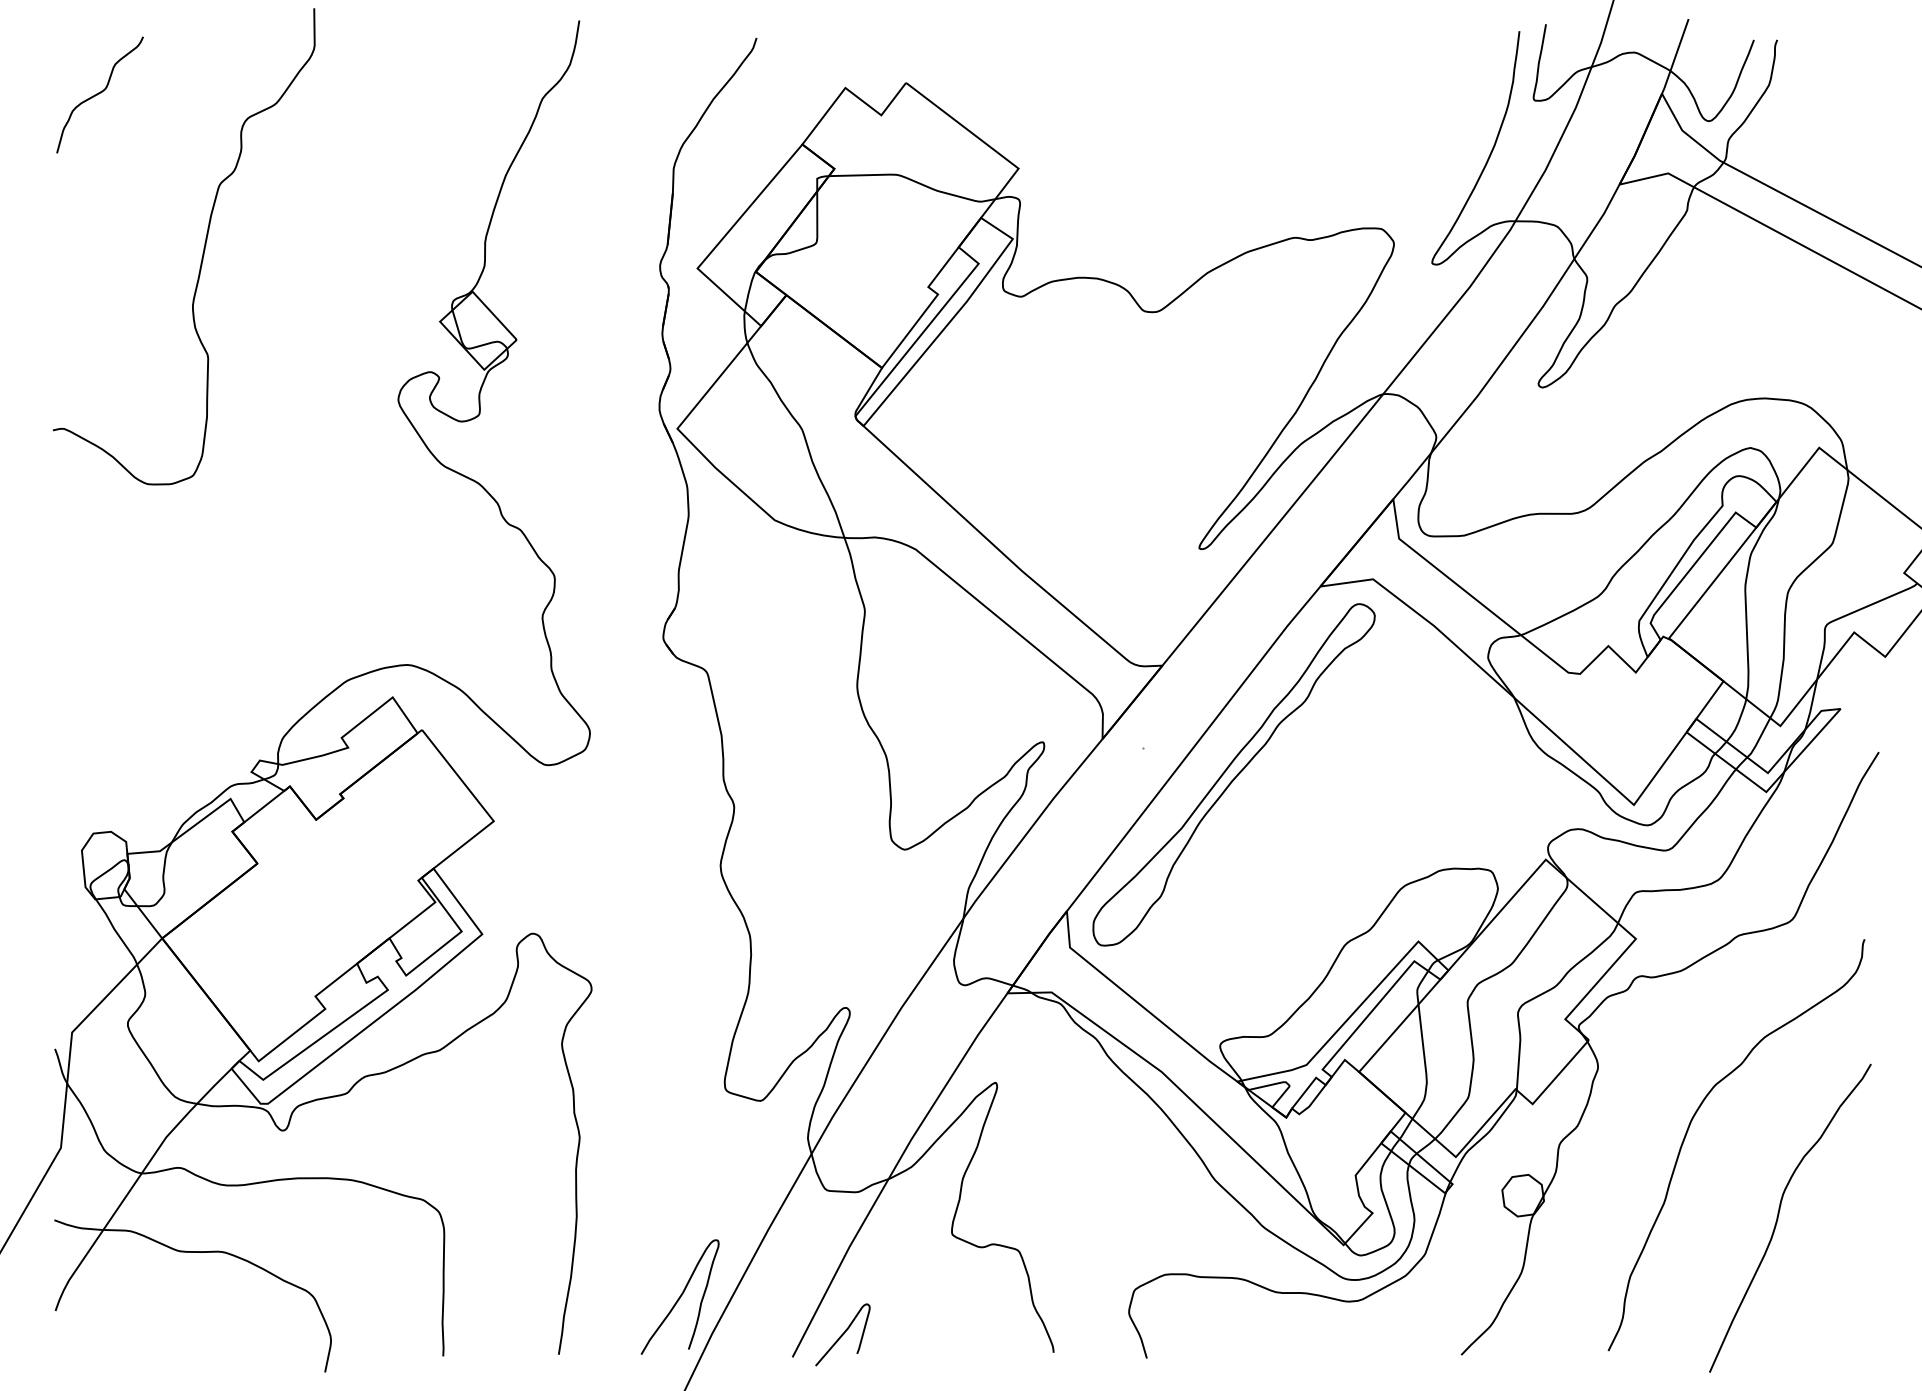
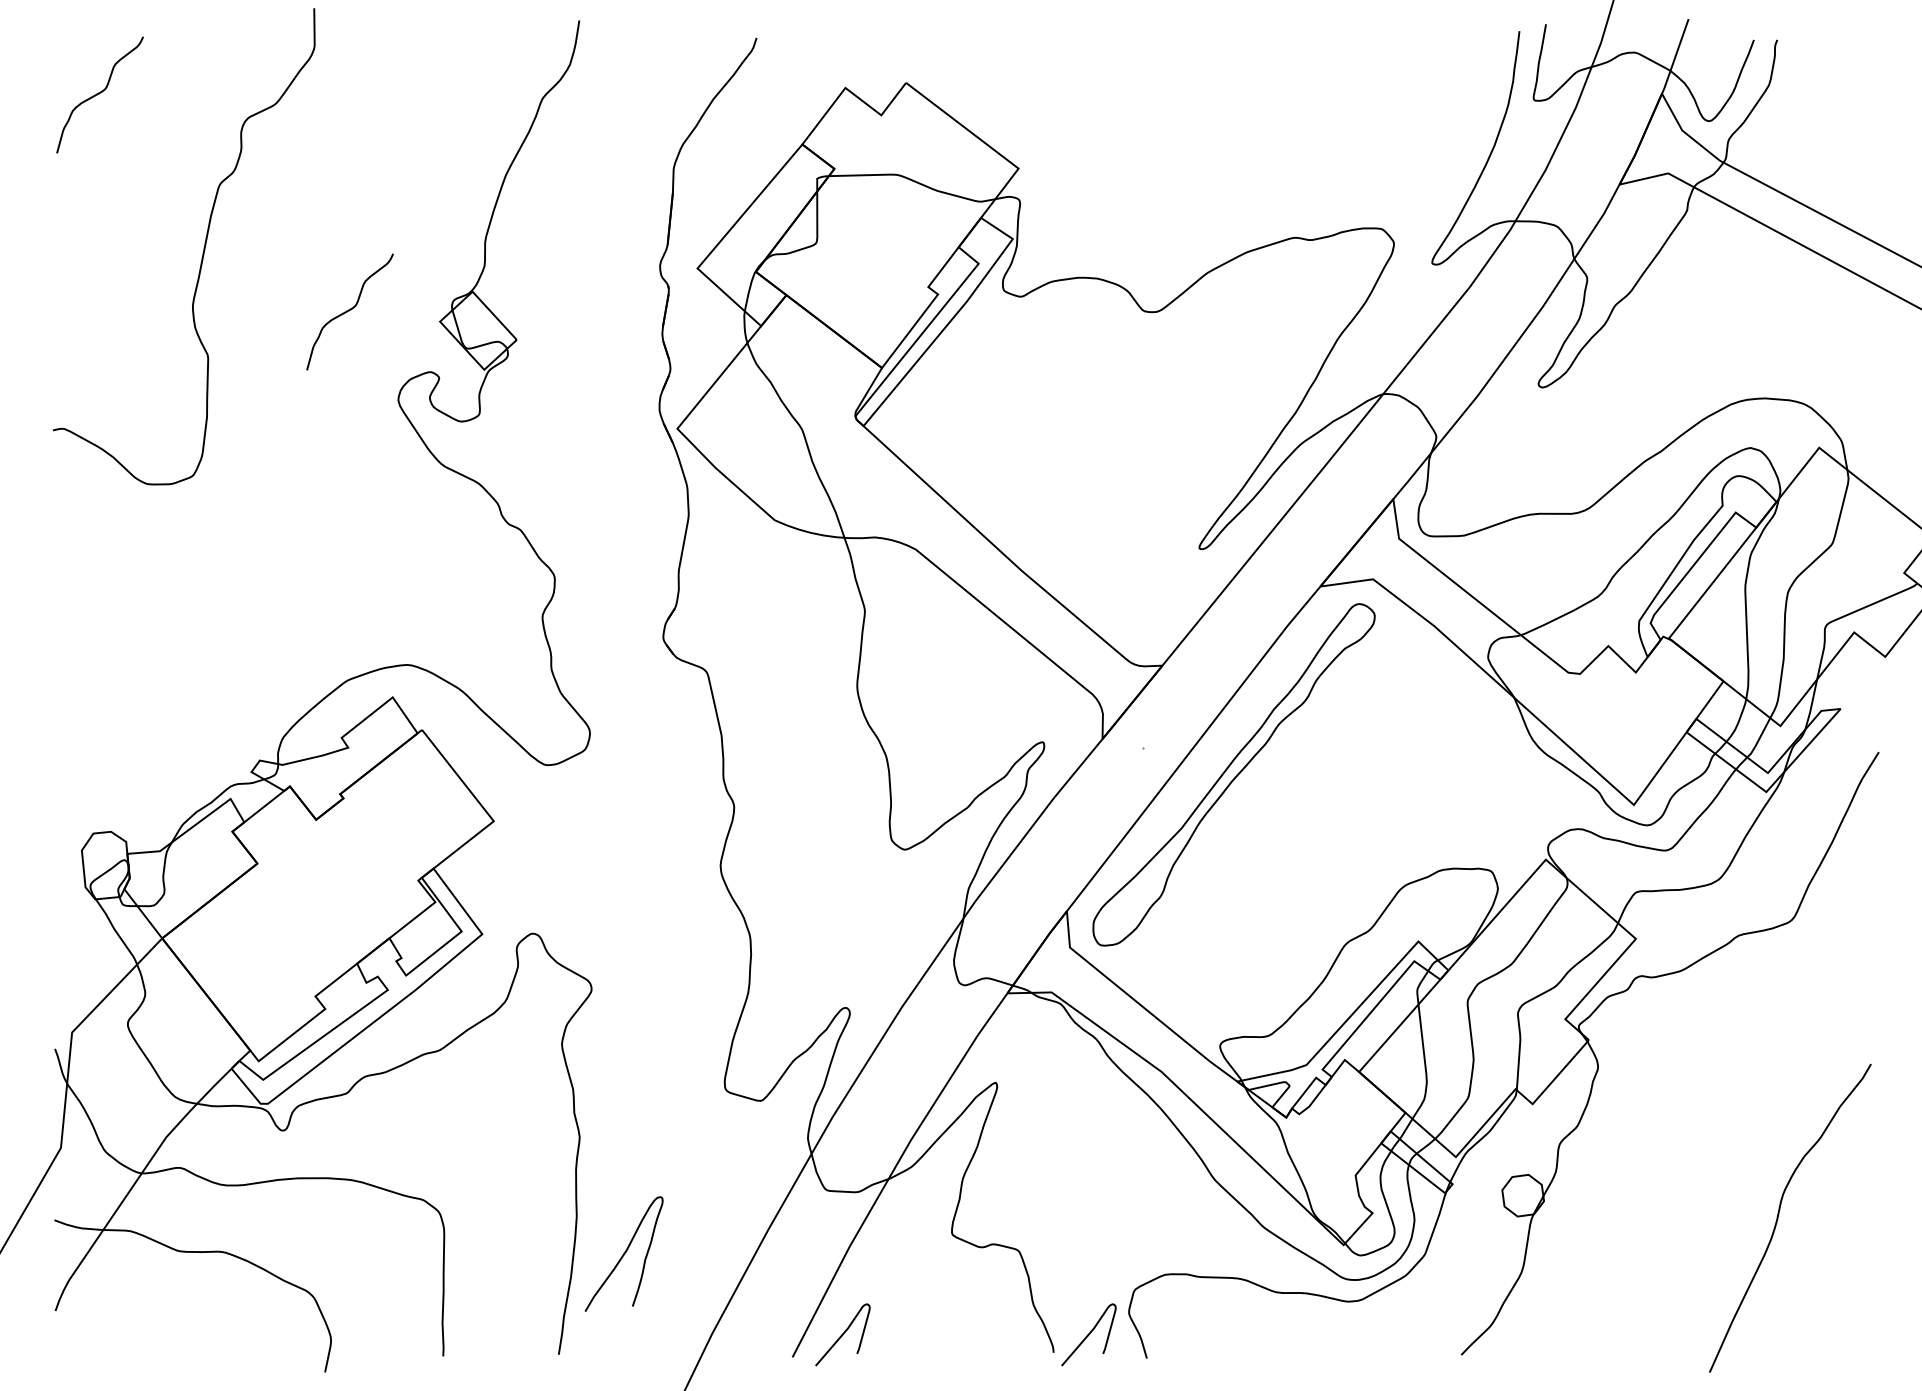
curve at (349, 311): none -> present
curve at (1689, 1128): present -> none
curve at (679, 1296) position: (679, 1296) -> (623, 1253)
curve at (1088, 1334): none -> present
